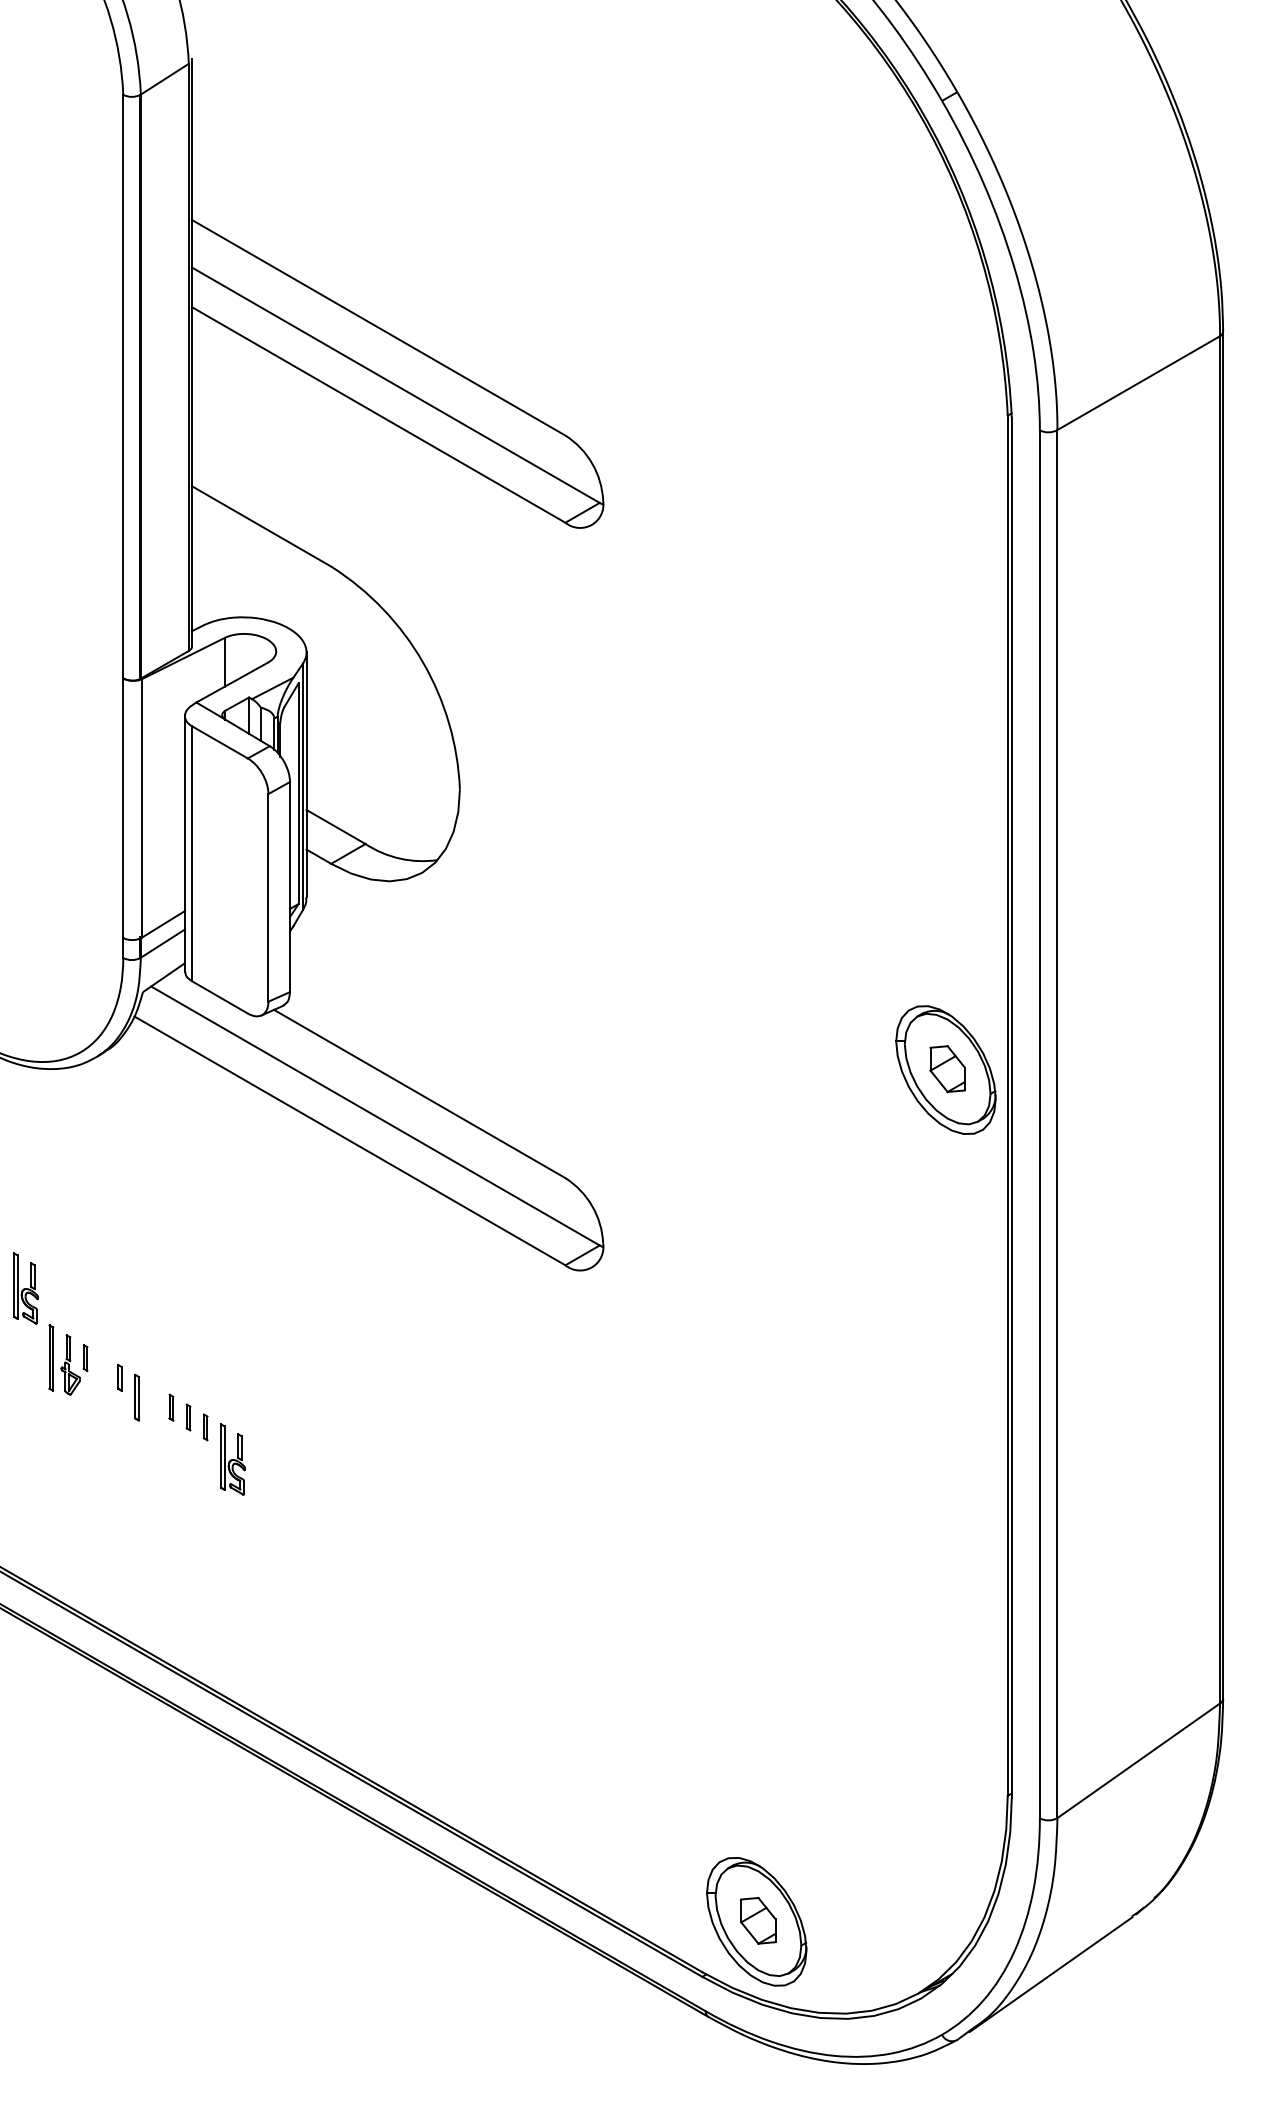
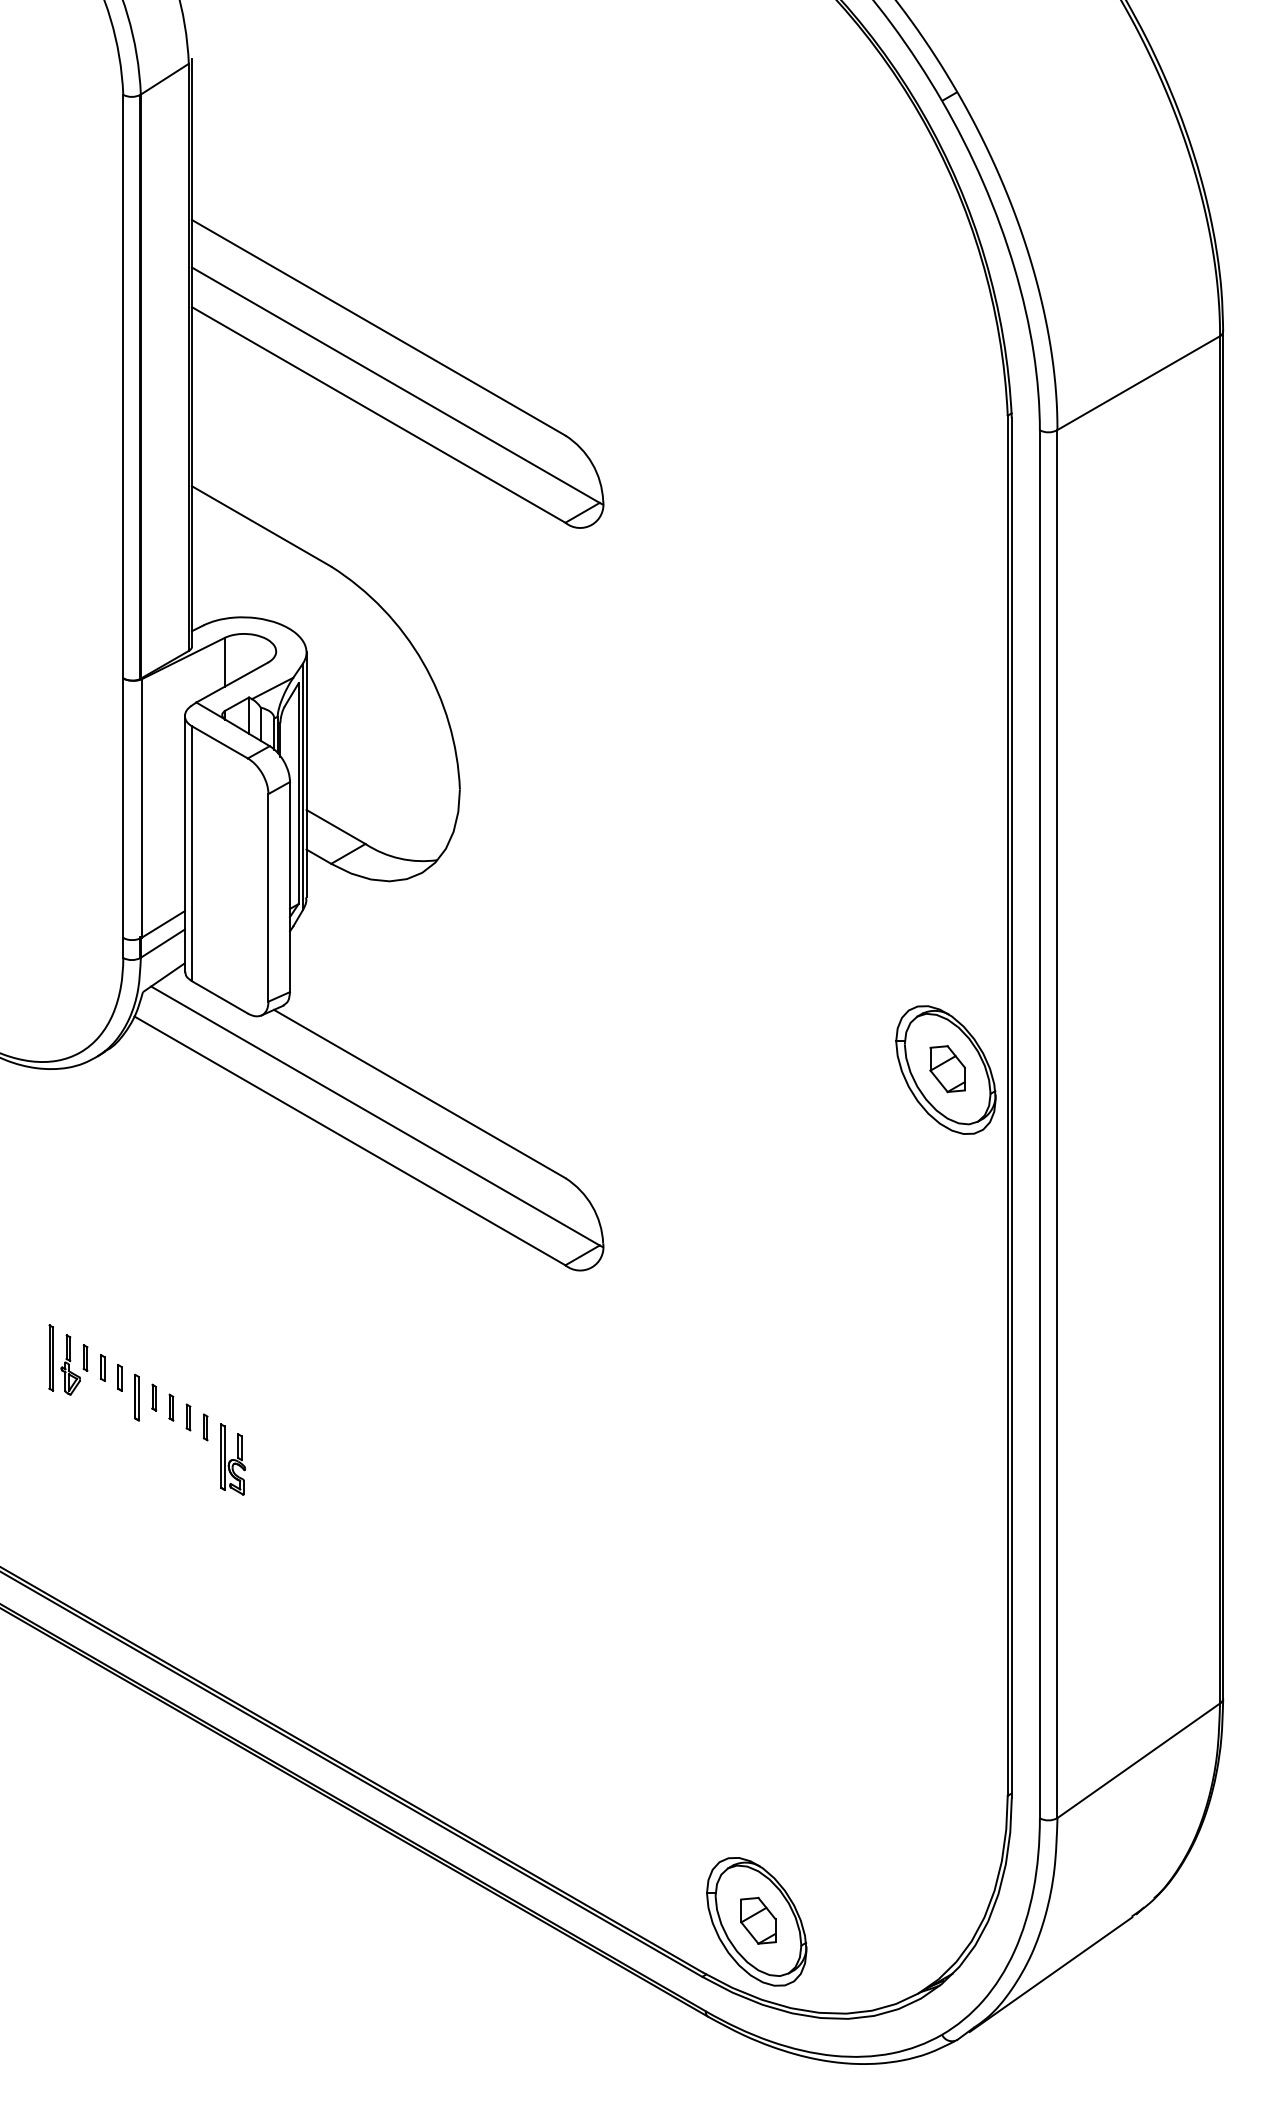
part at (25, 1288): present -> none
part at (102, 1367): none -> present
part at (154, 1397): none -> present
